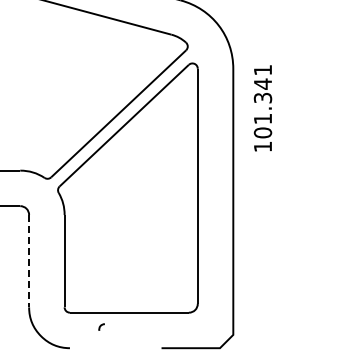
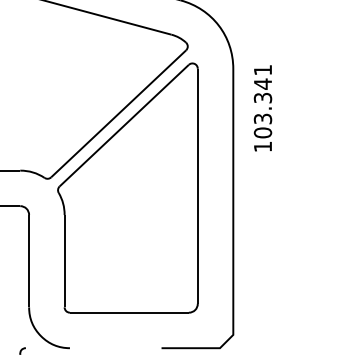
text at (262, 118): 101.341 -> 103.341
line at (29, 261): dashed -> solid
curve at (101, 326) position: (101, 326) -> (22, 350)
